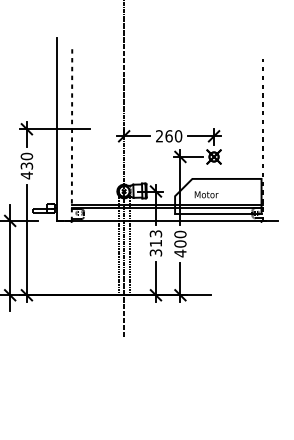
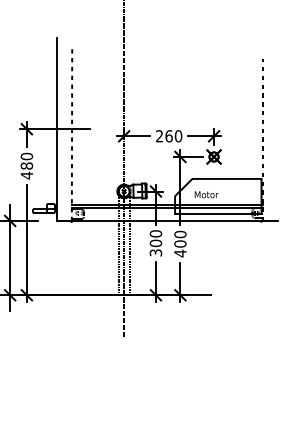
text at (26, 165): 430 -> 480
text at (155, 238): 313 -> 300
